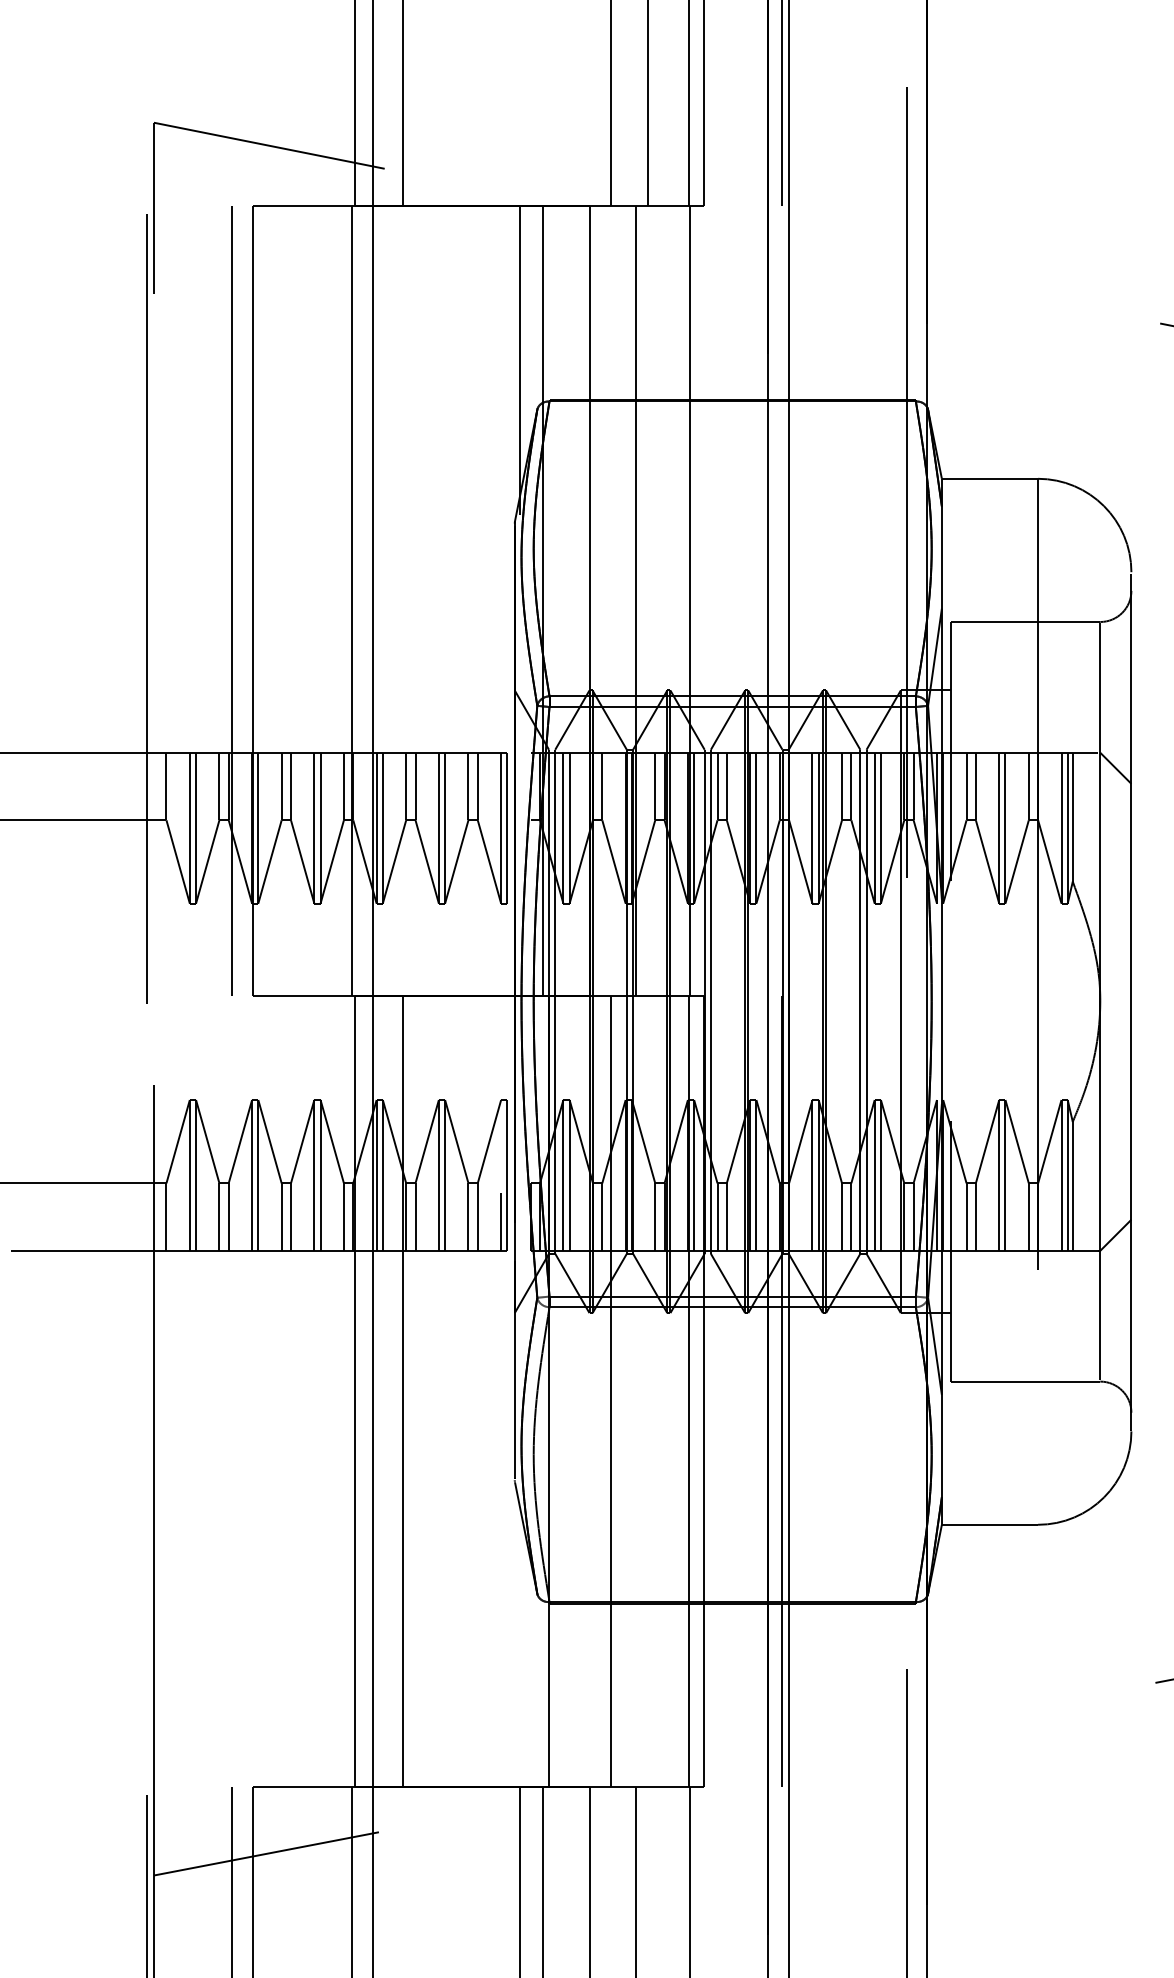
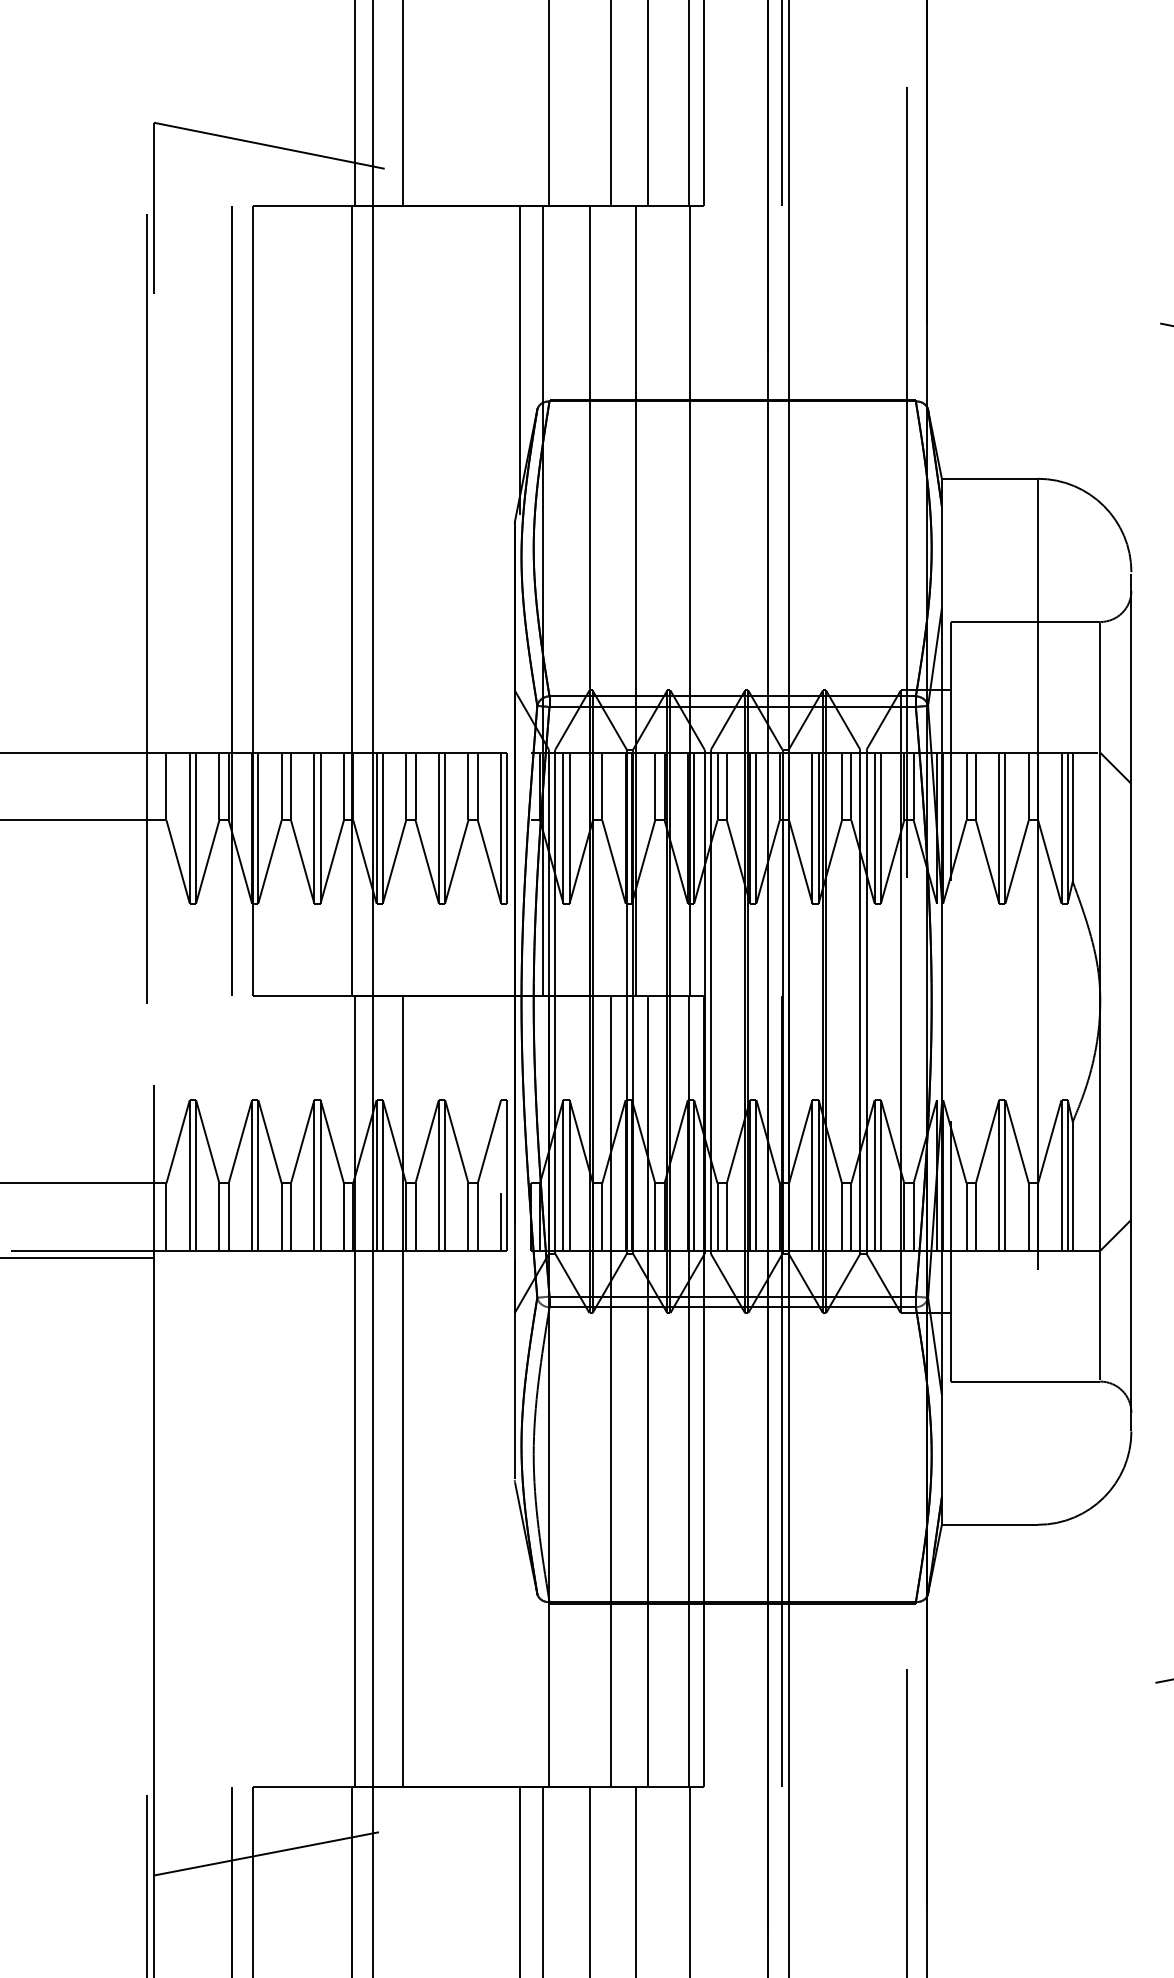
line at (549, 103): none -> present
line at (77, 1258): none -> present
line at (648, 1391): none -> present
